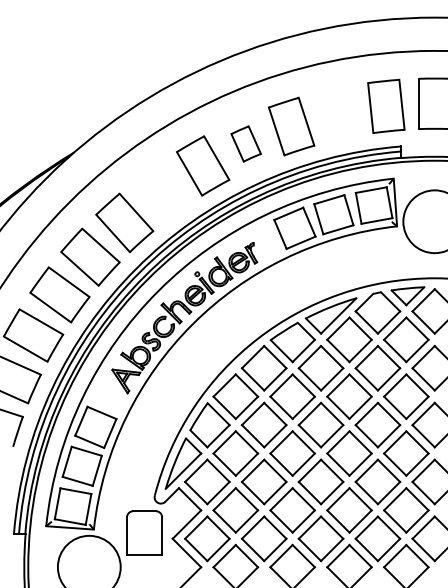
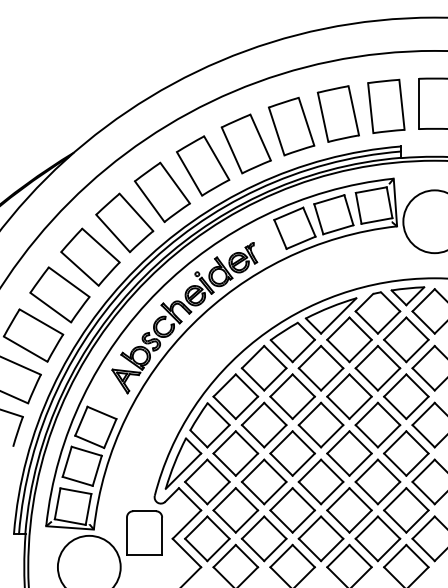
part at (337, 113): none -> present
part at (245, 143) size: 32x38 px -> 52x62 px
part at (162, 192): none -> present
